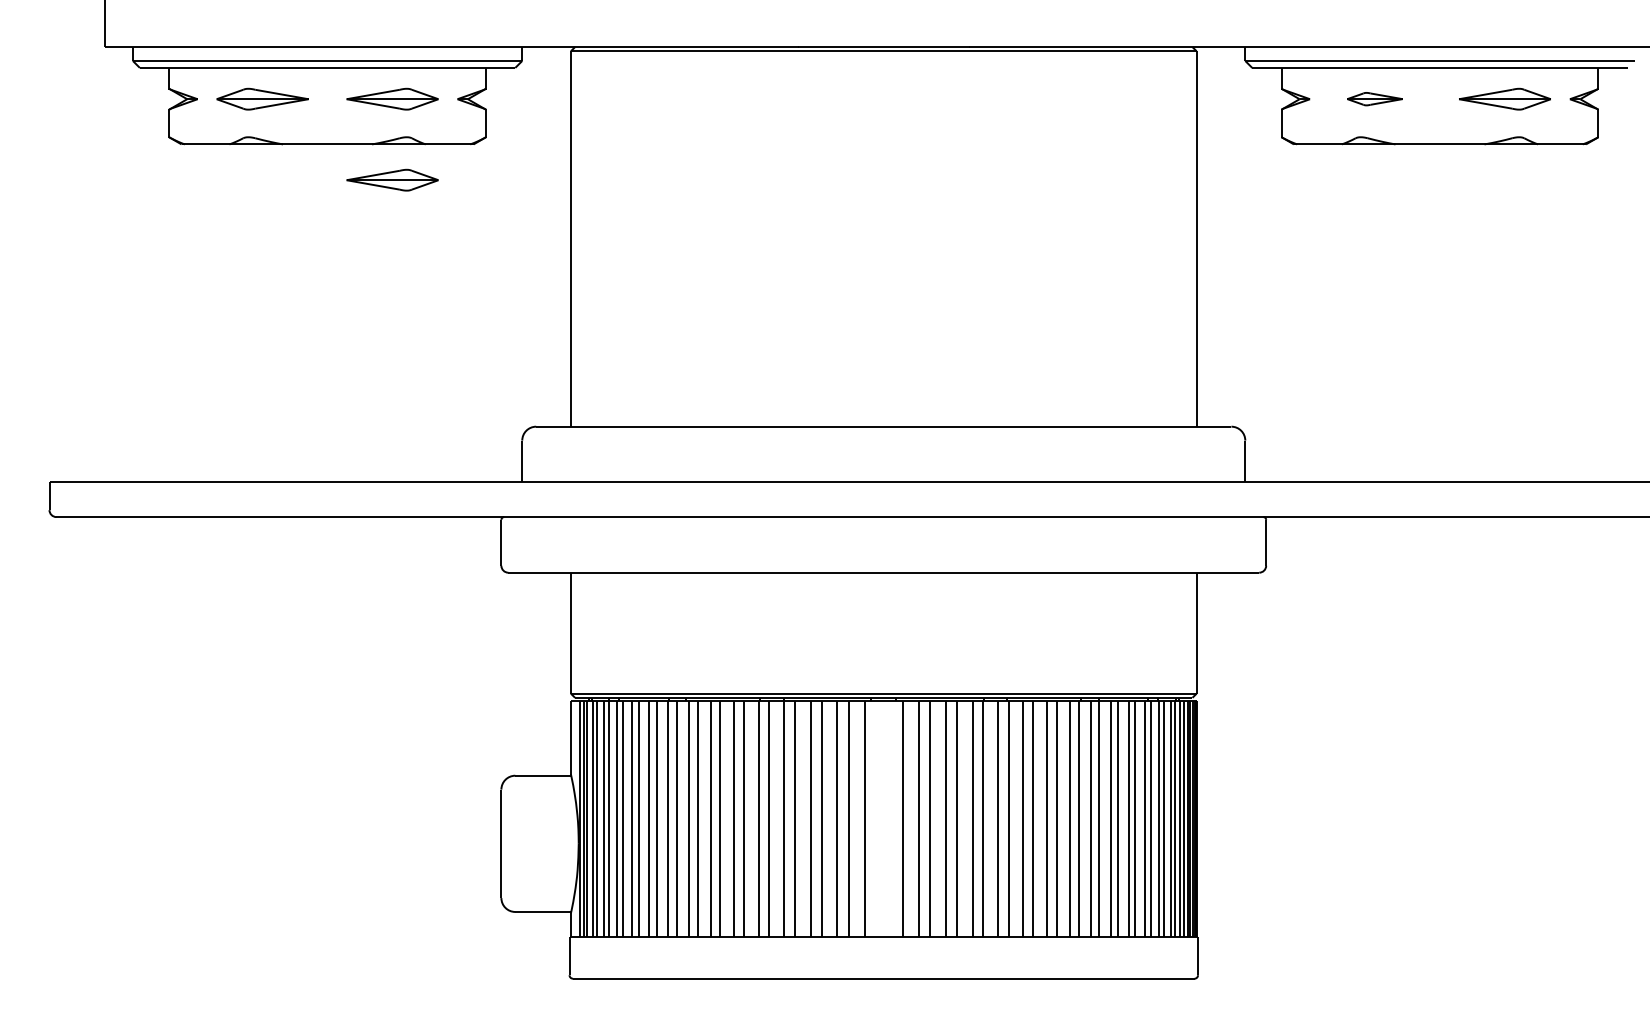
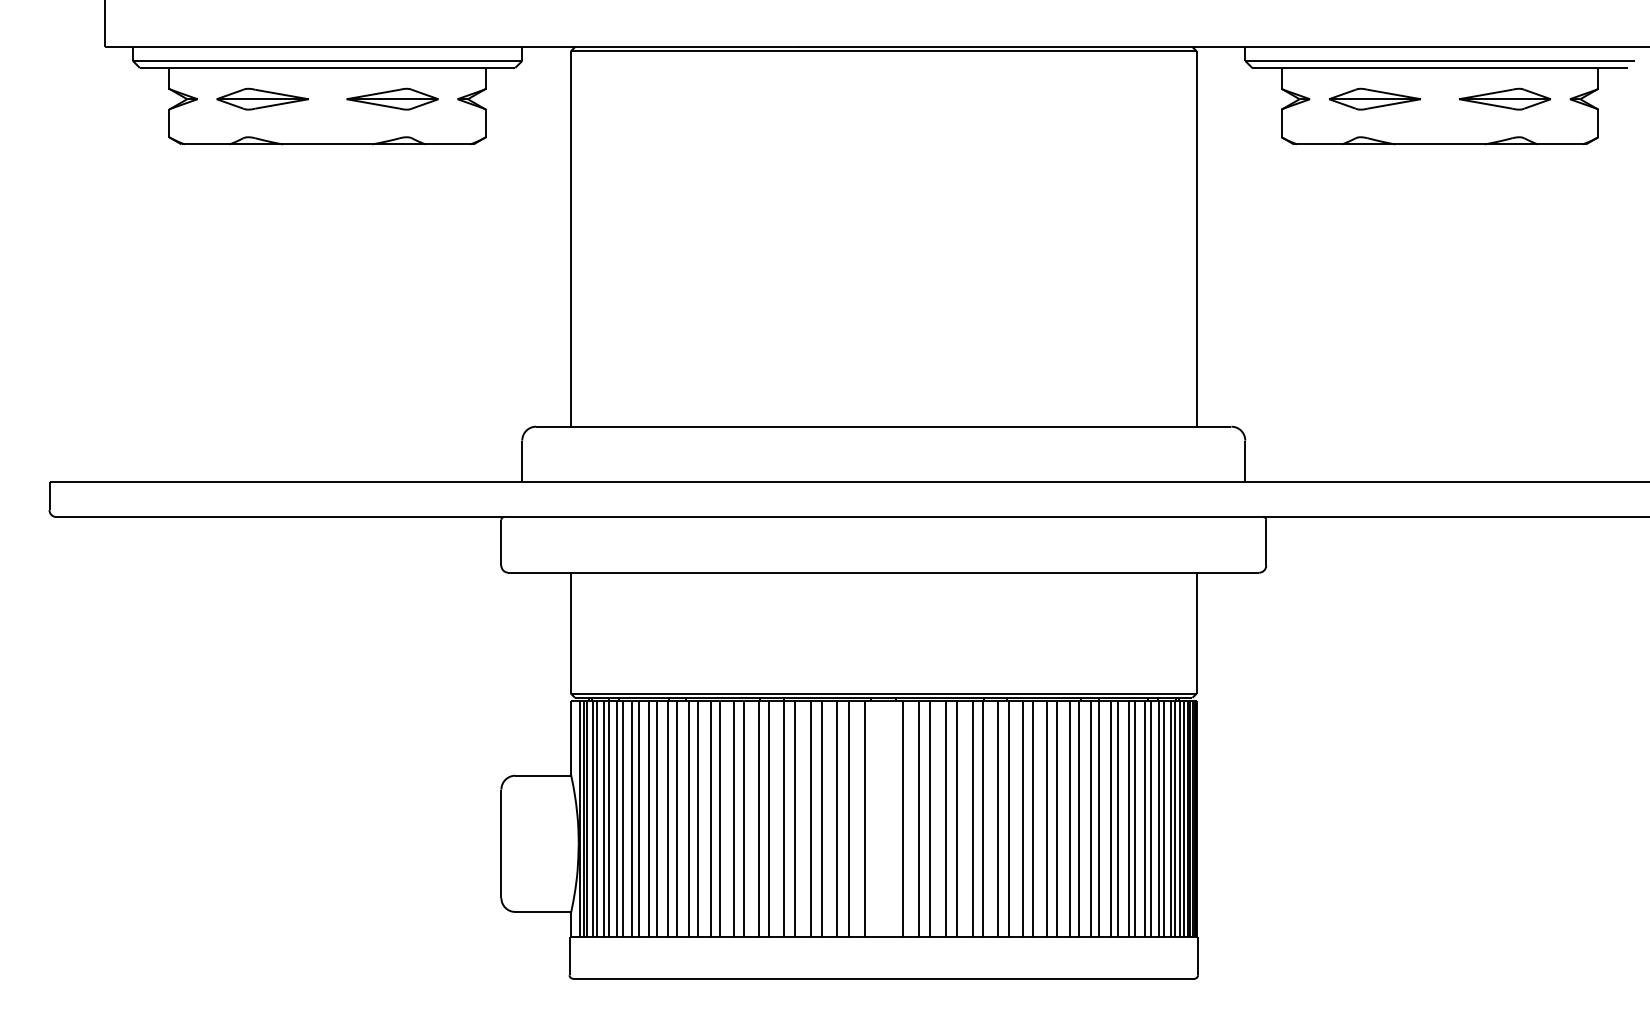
part at (1374, 99) size: 56x15 px -> 92x24 px
part at (392, 179): present -> none
